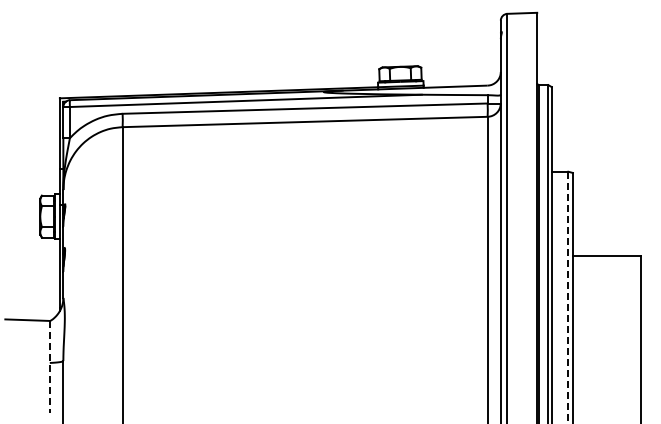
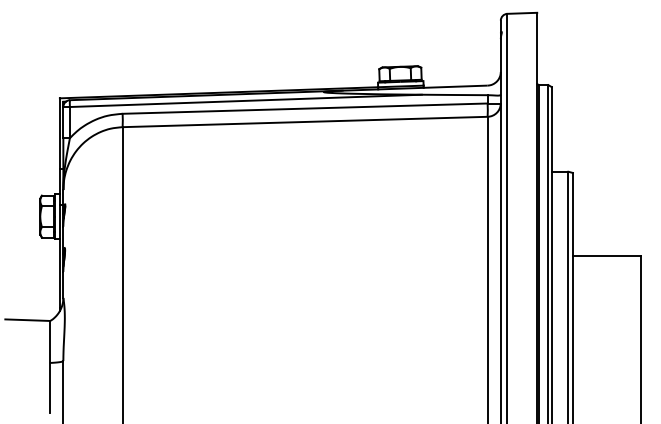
line at (568, 297): dashed -> solid
line at (49, 366): dashed -> solid
